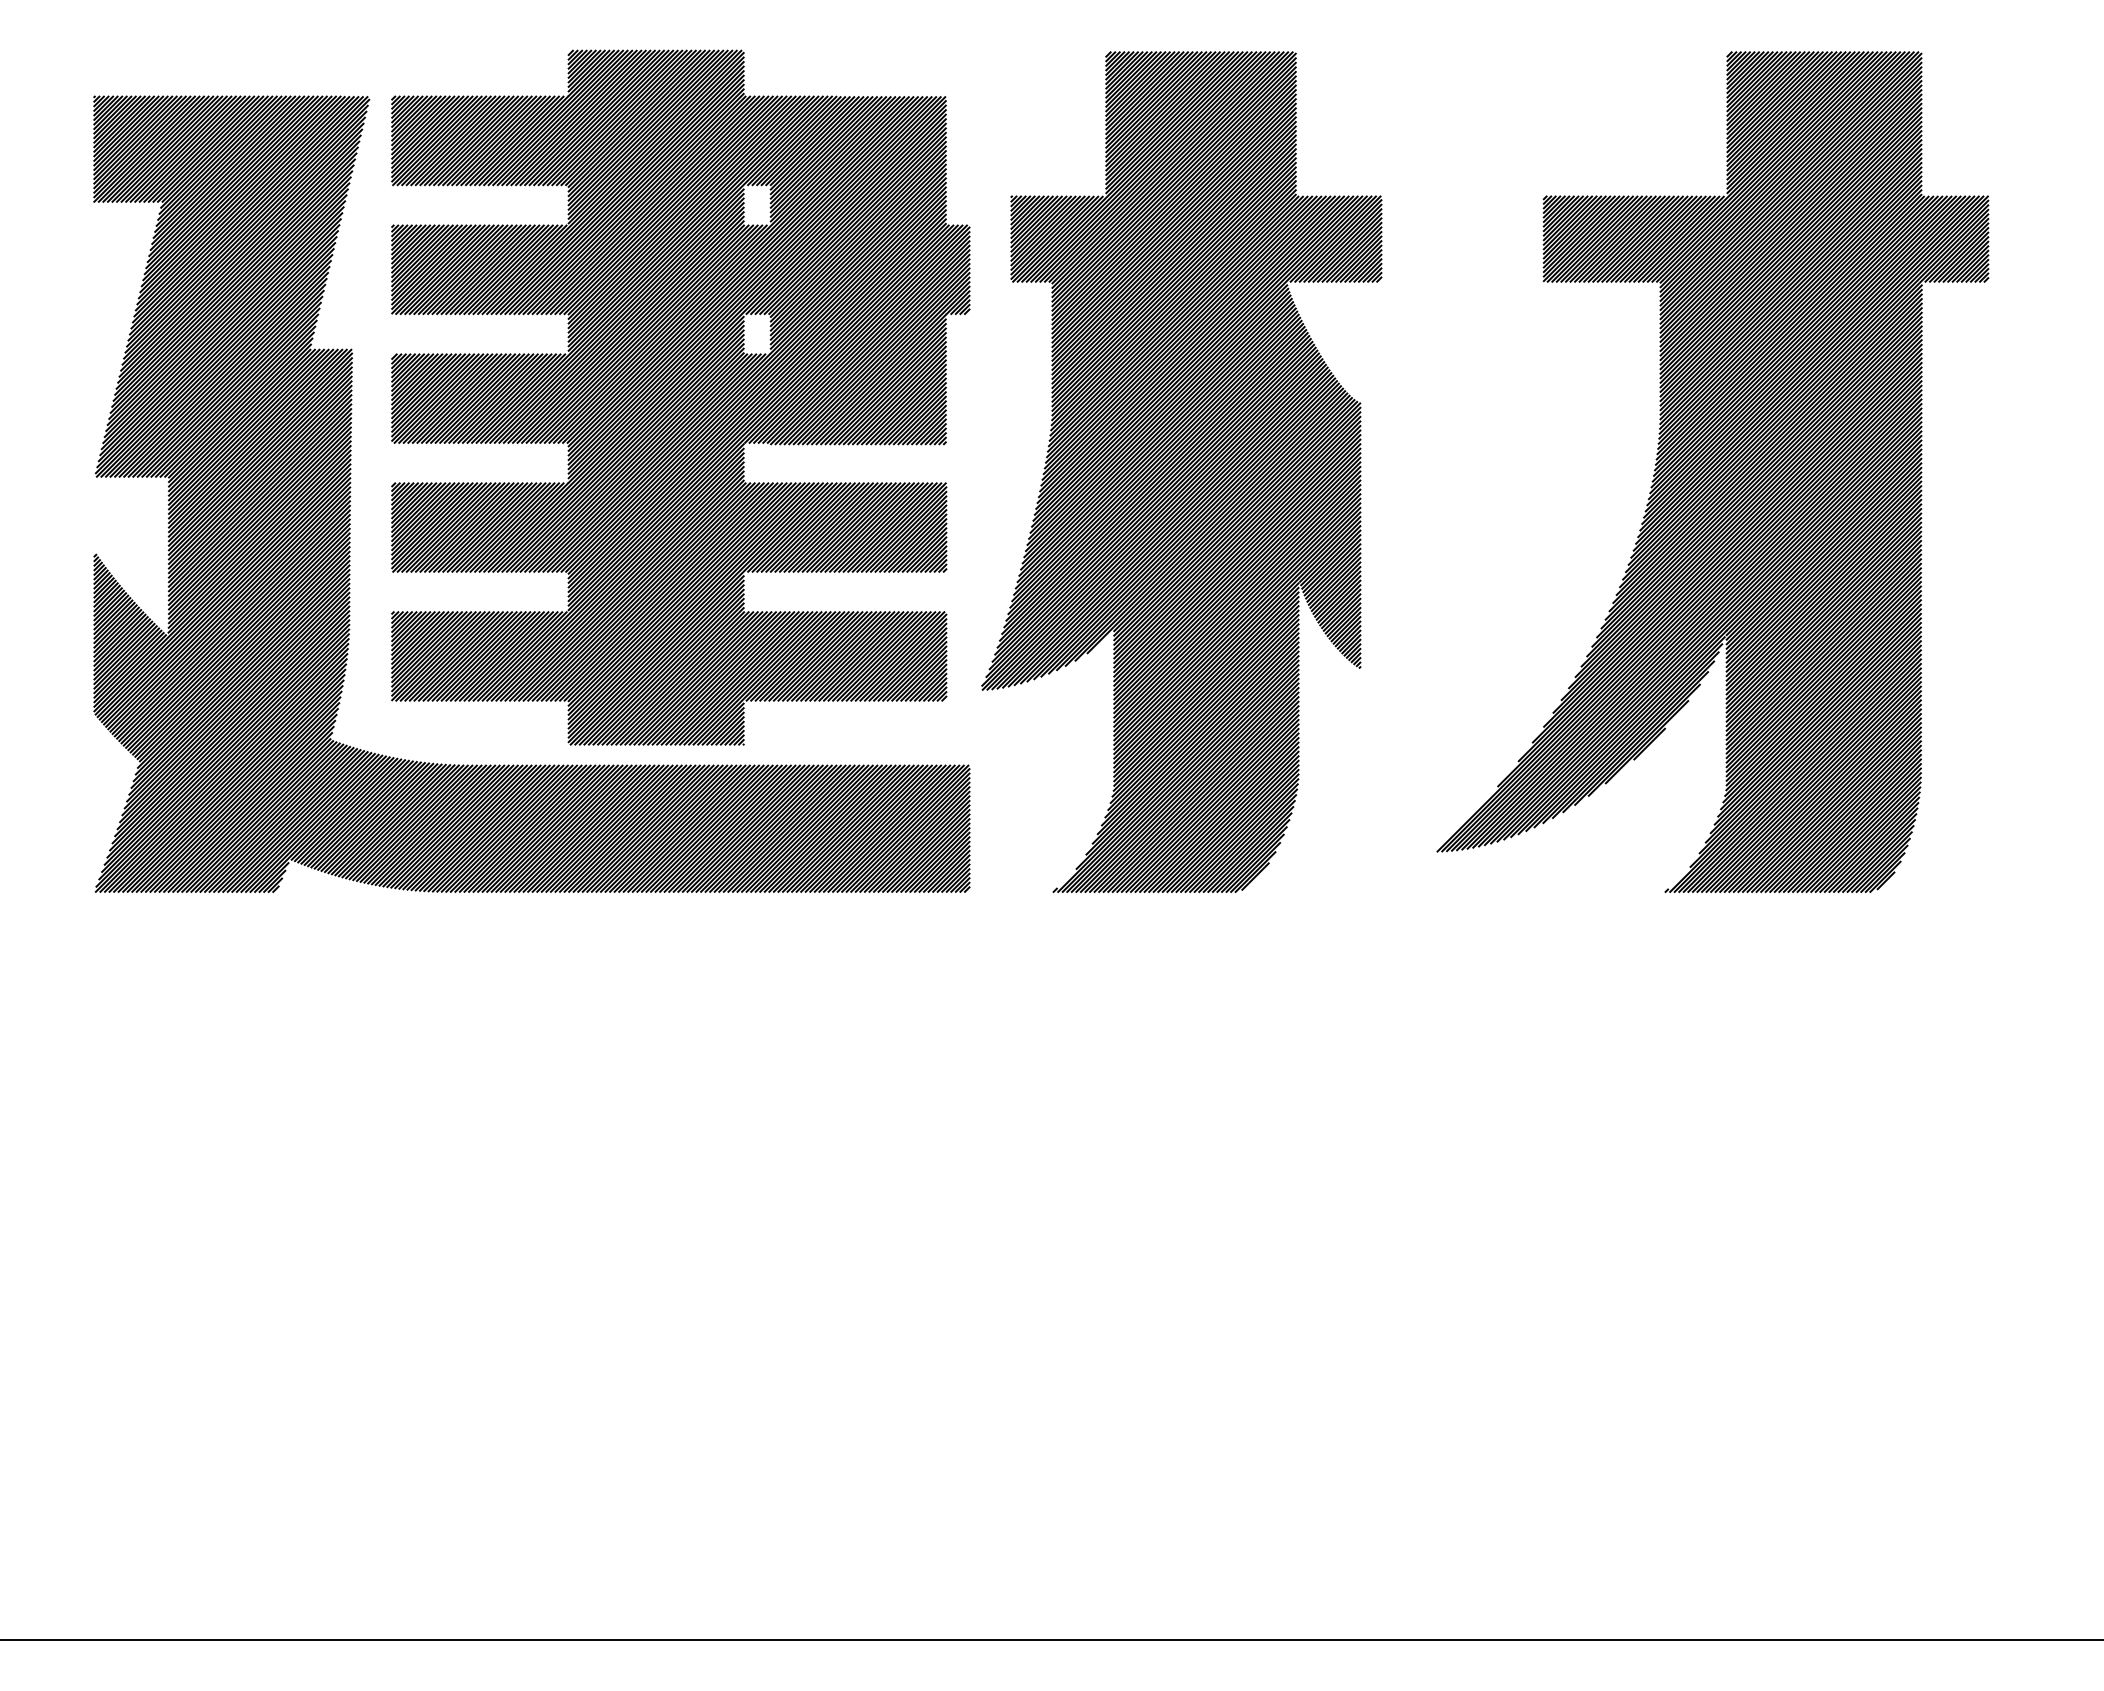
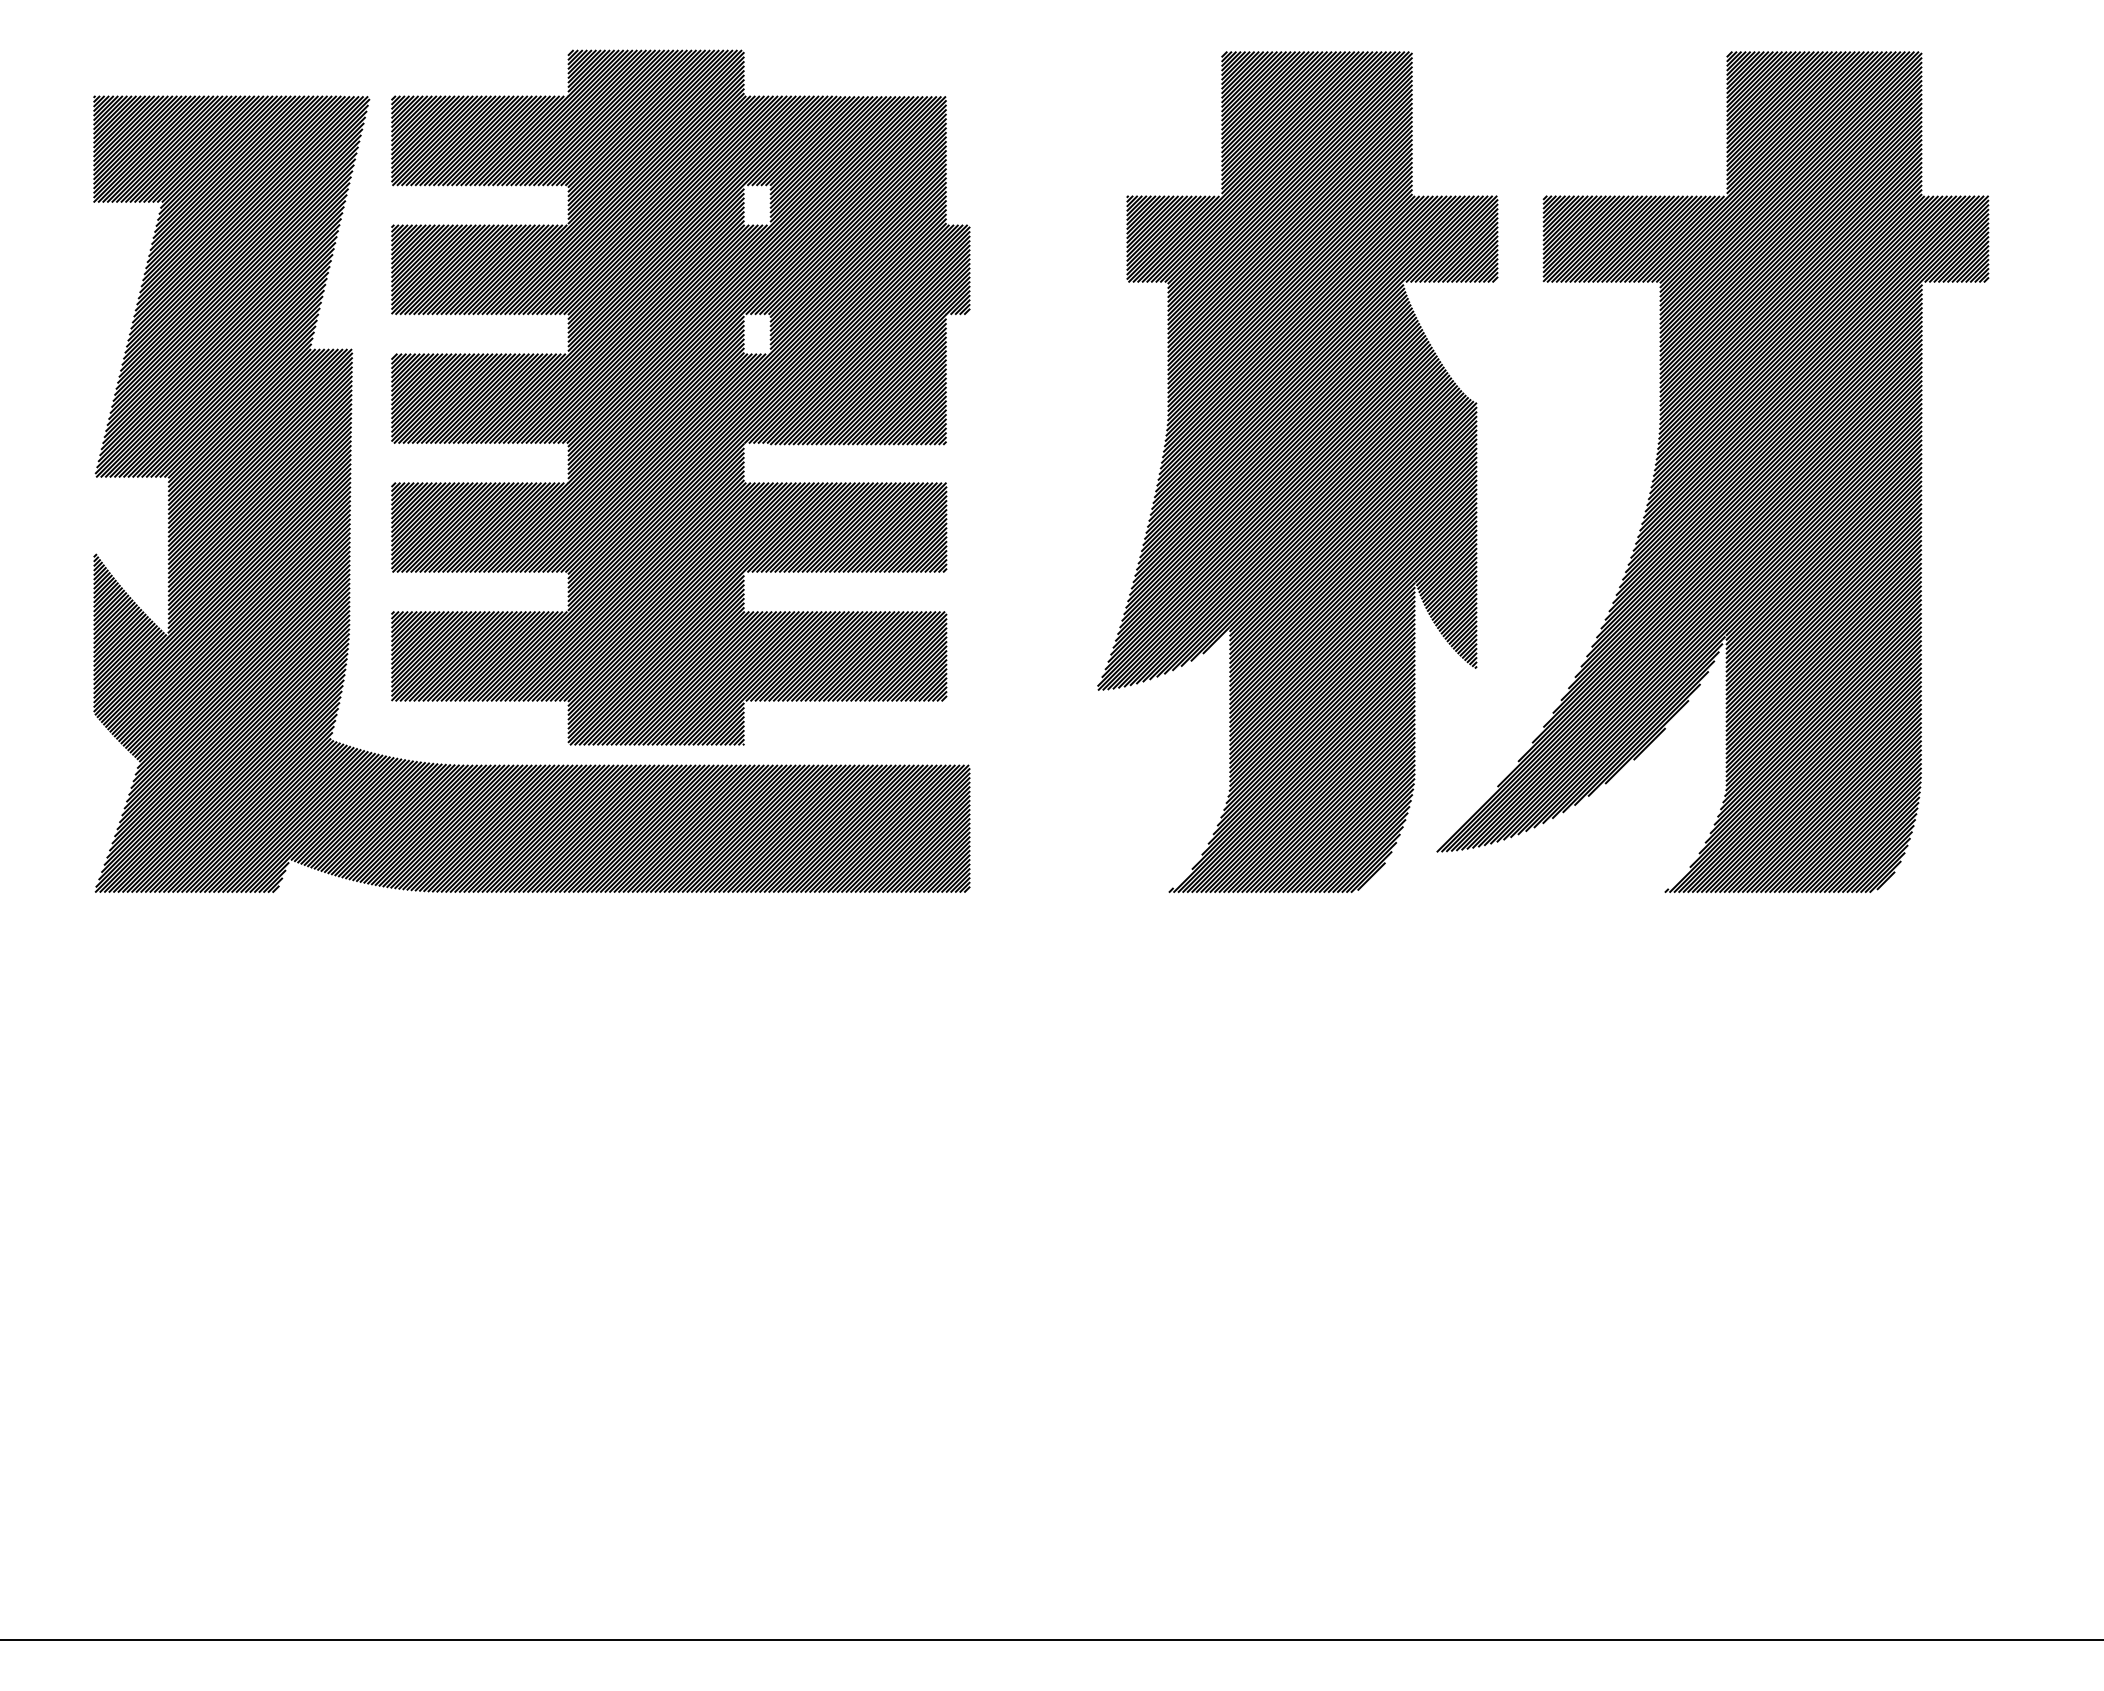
part at (1181, 471) position: (1181, 471) -> (1297, 471)
